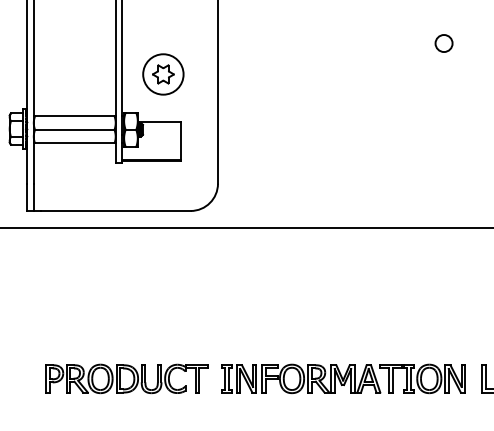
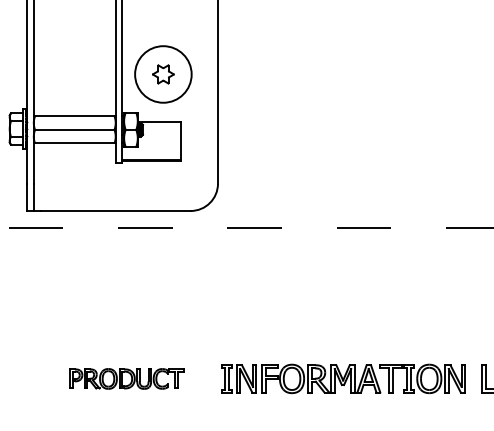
circle at (443, 43): present -> none
circle at (163, 74) diameter: 40 px -> 57 px
line at (246, 227): solid -> dashed
part at (126, 378) size: 164x32 px -> 116x22 px
